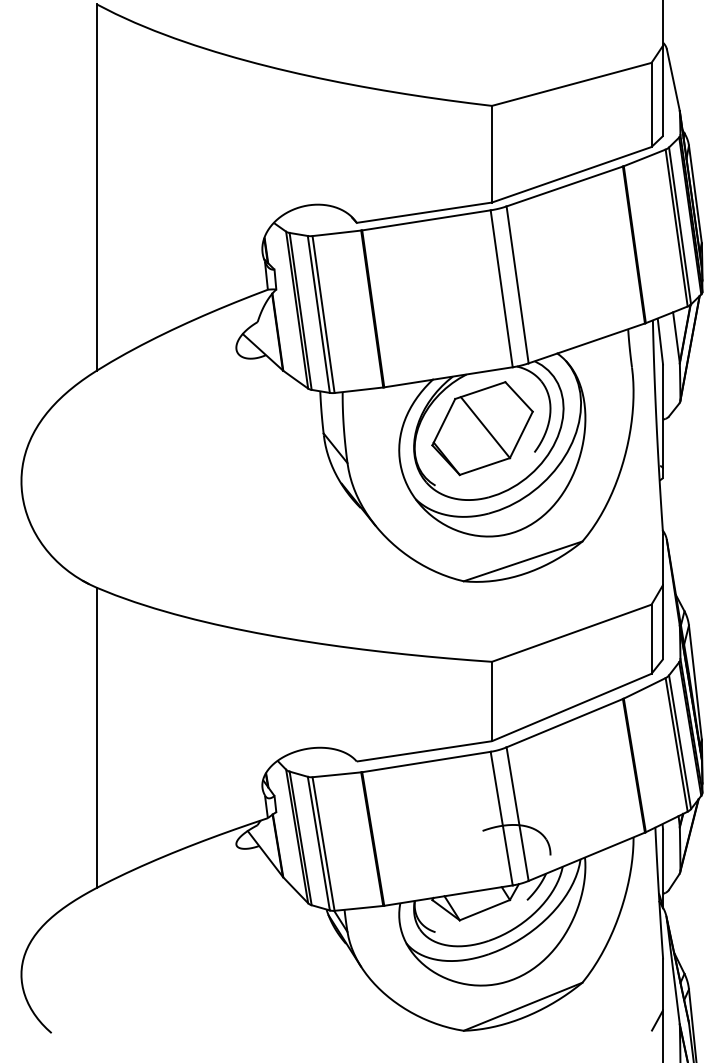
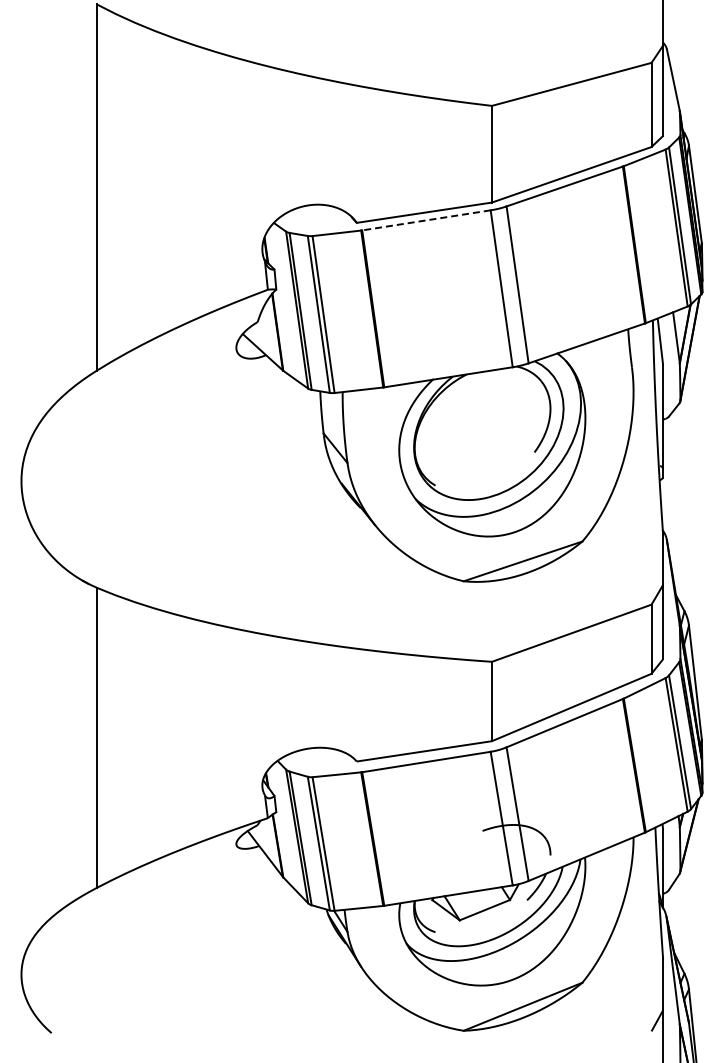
line at (425, 220): solid -> dashed
part at (482, 428): present -> none
